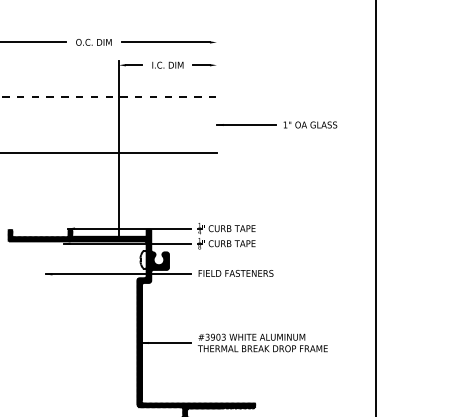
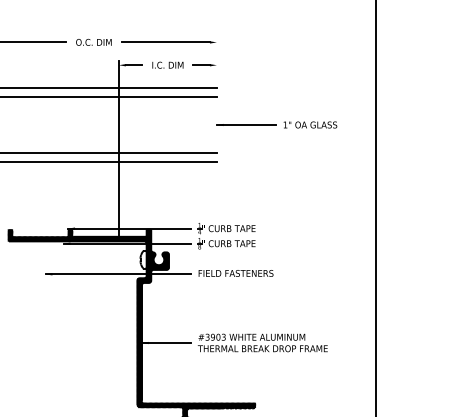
line at (109, 88): none -> present
line at (109, 97): dashed -> solid
line at (109, 161): none -> present
